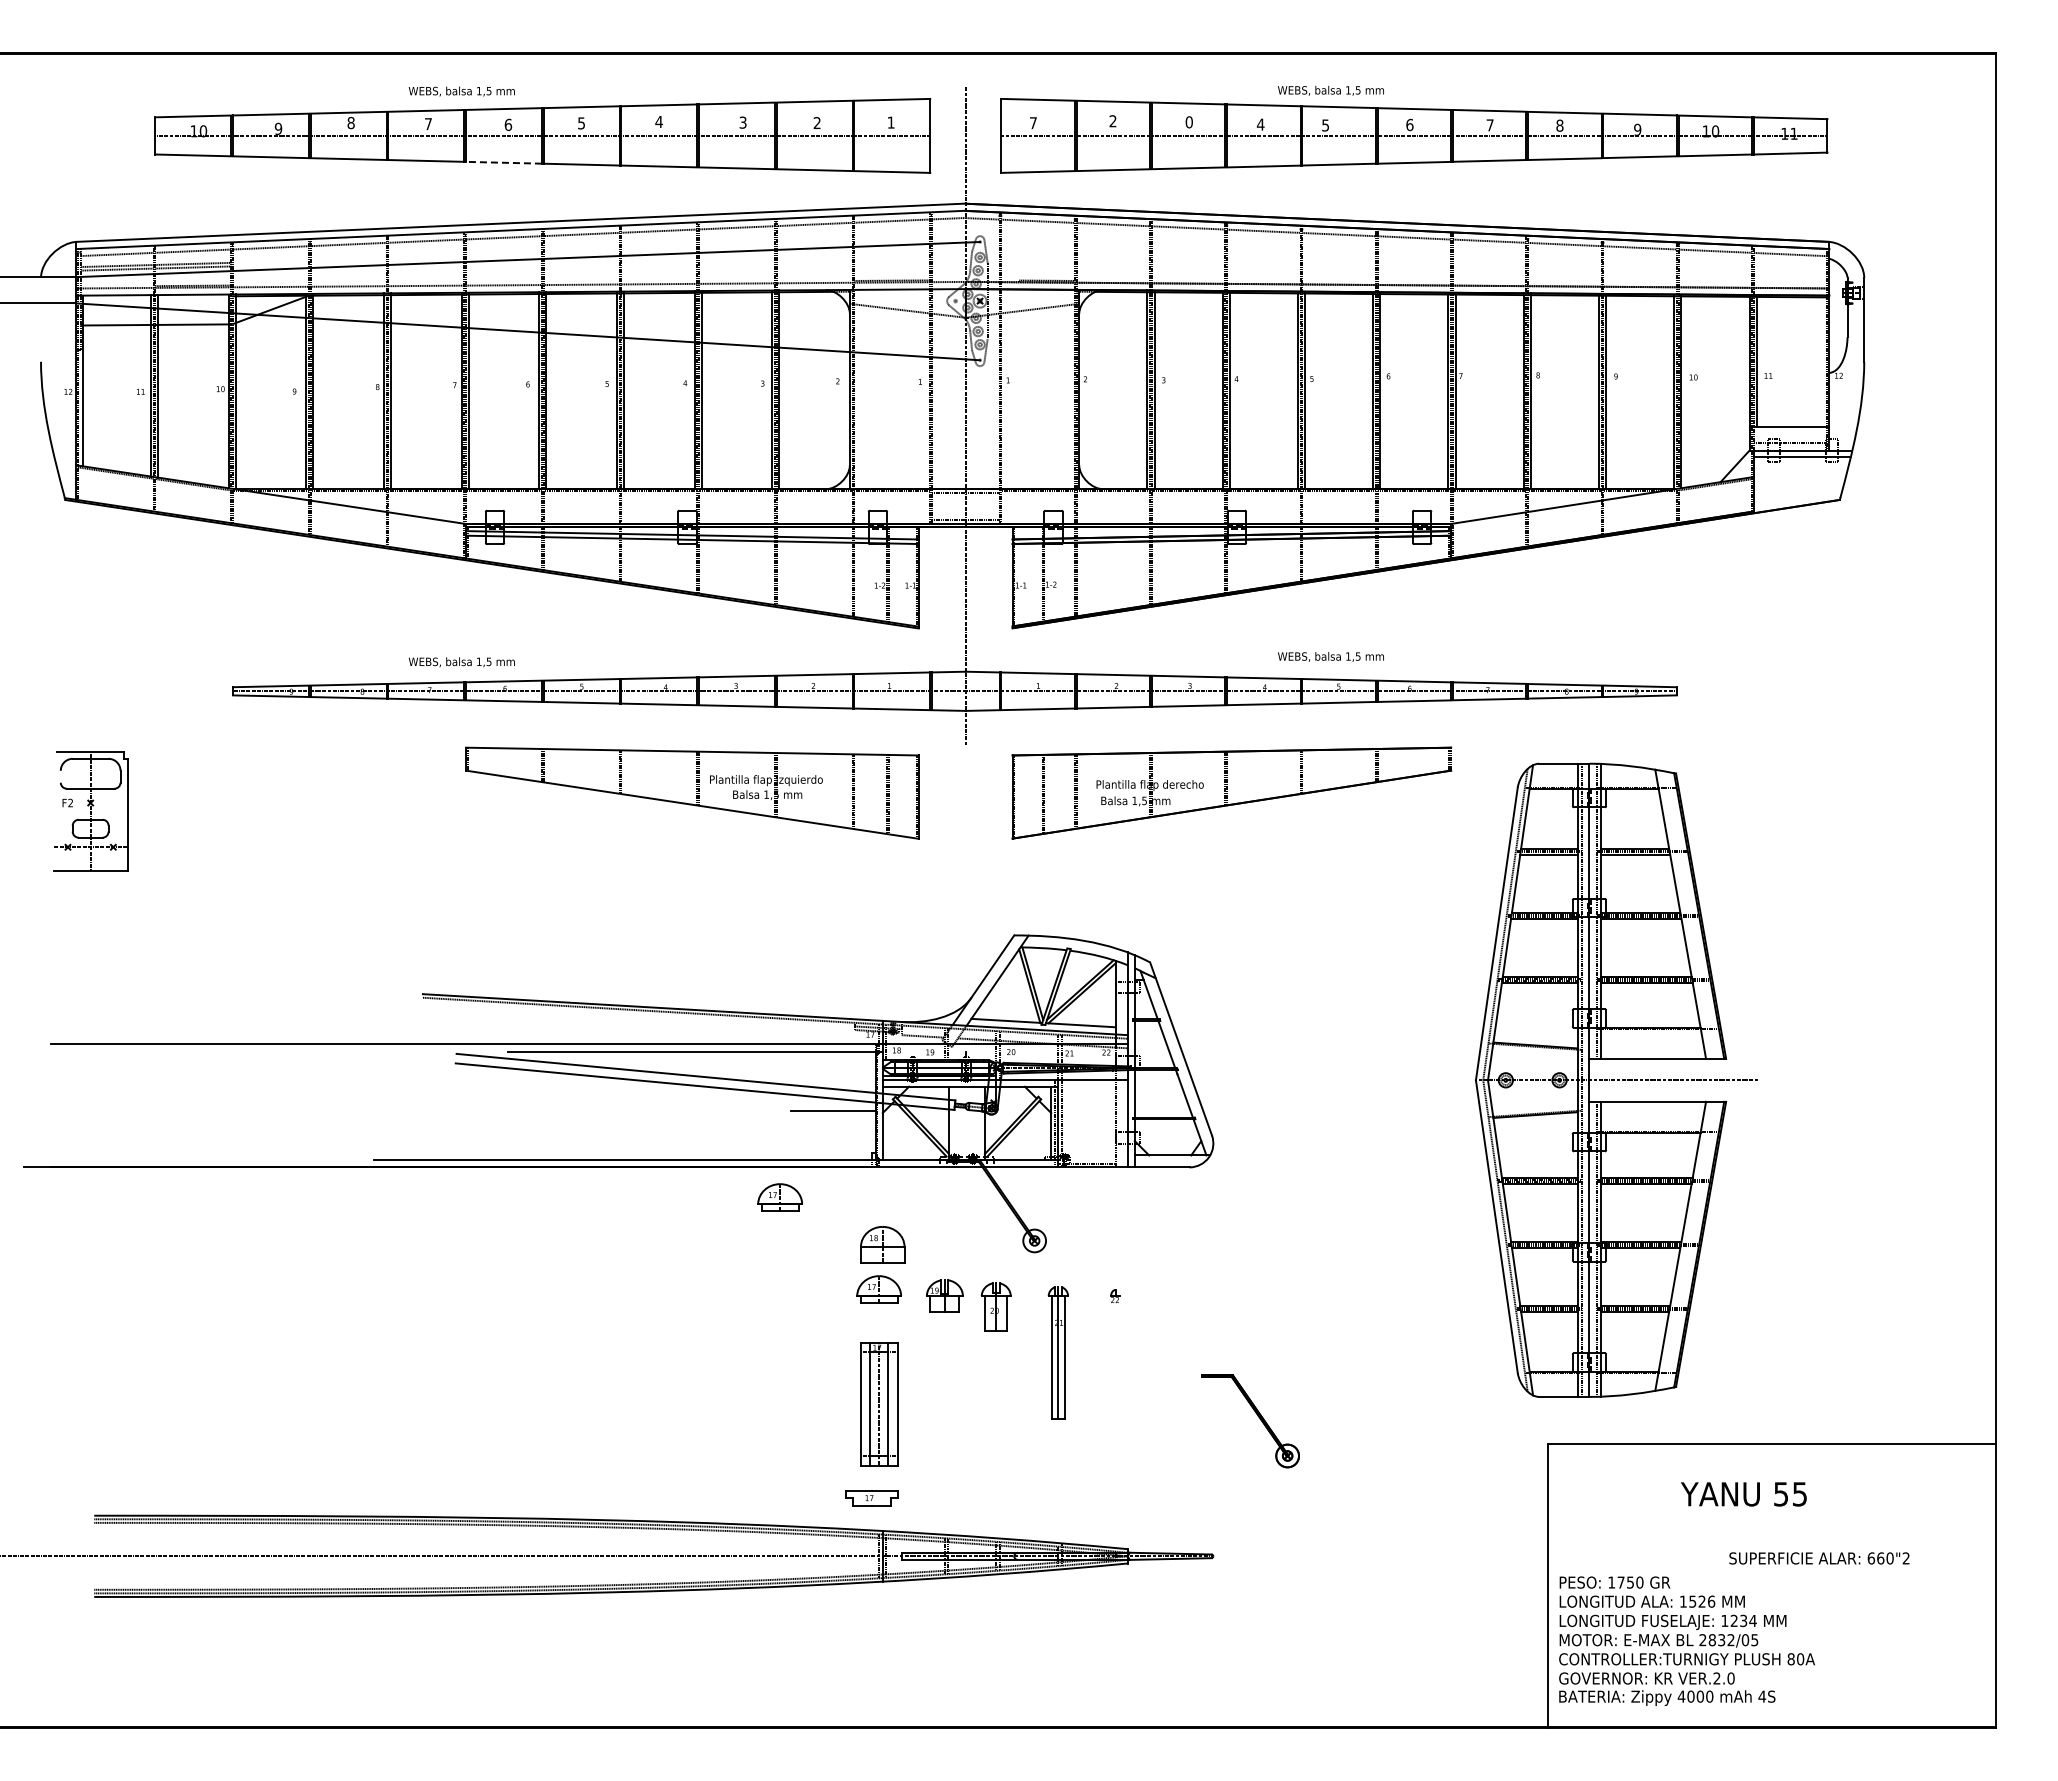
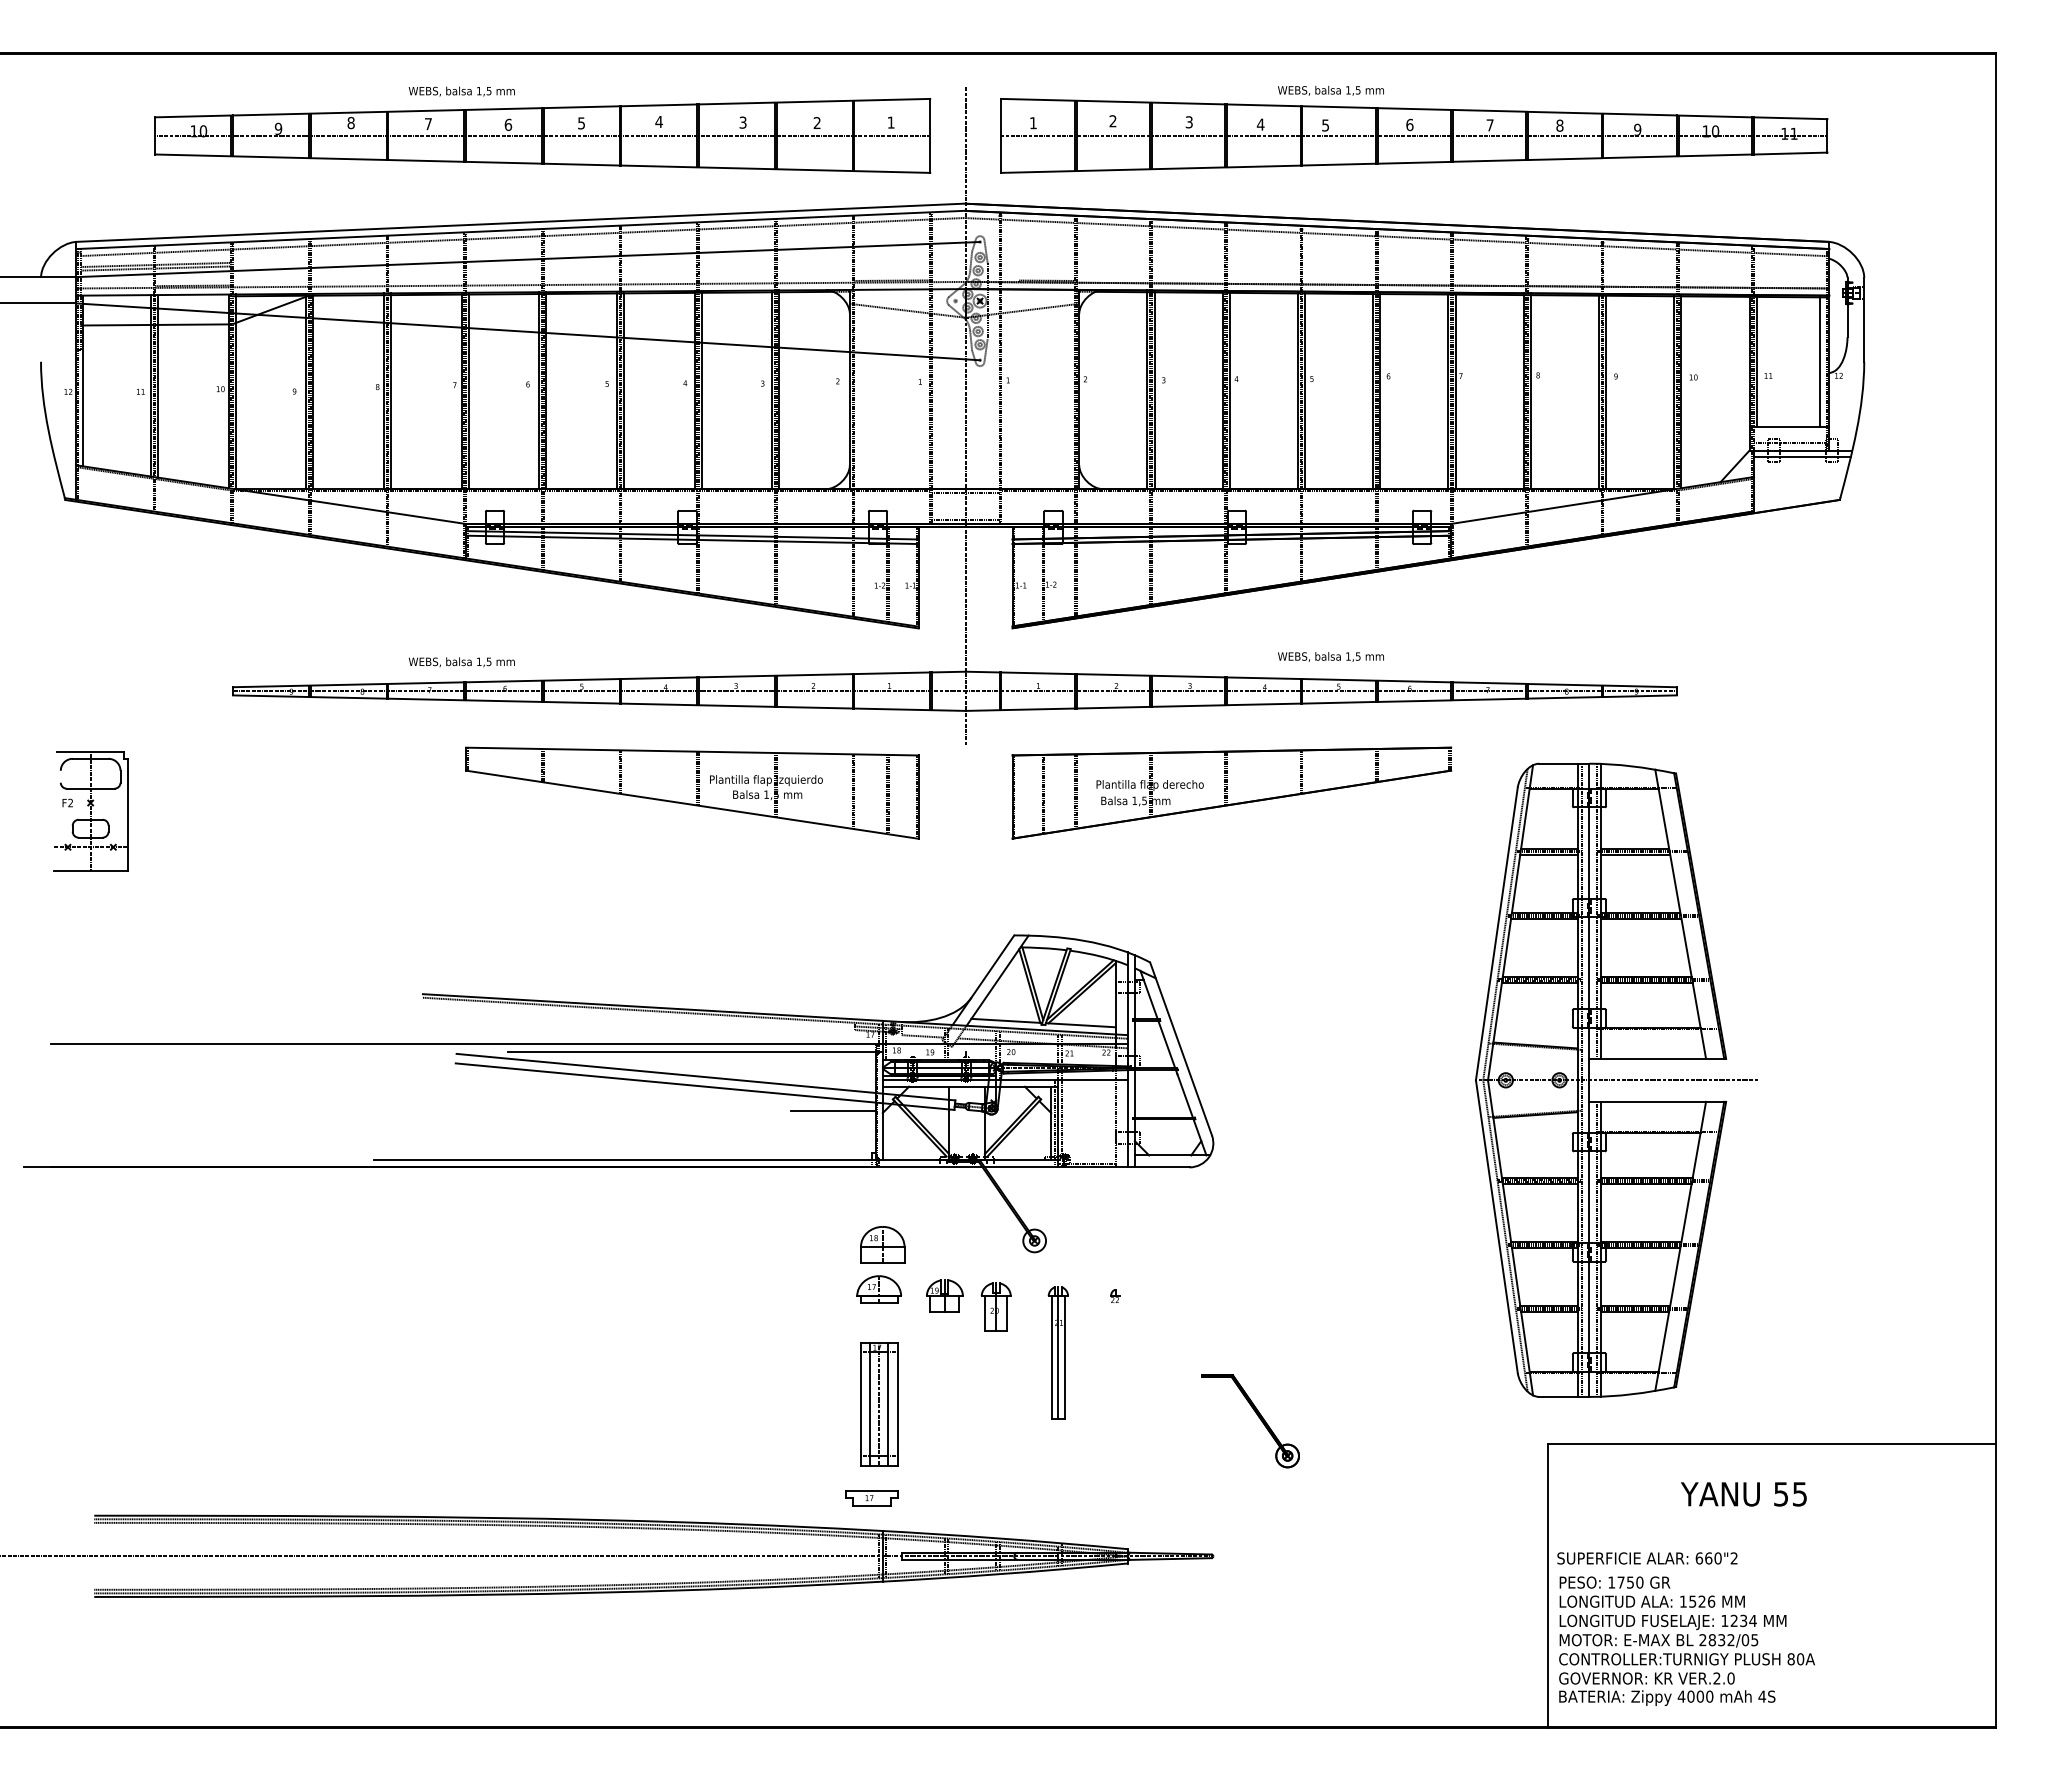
text at (1188, 122): 0 -> 3
text at (1033, 123): 7 -> 1
line at (503, 162): dashed -> solid
line at (1820, 360): none -> present
part at (779, 1197): present -> none
text at (1819, 1558) position: (1819, 1558) -> (1647, 1558)
